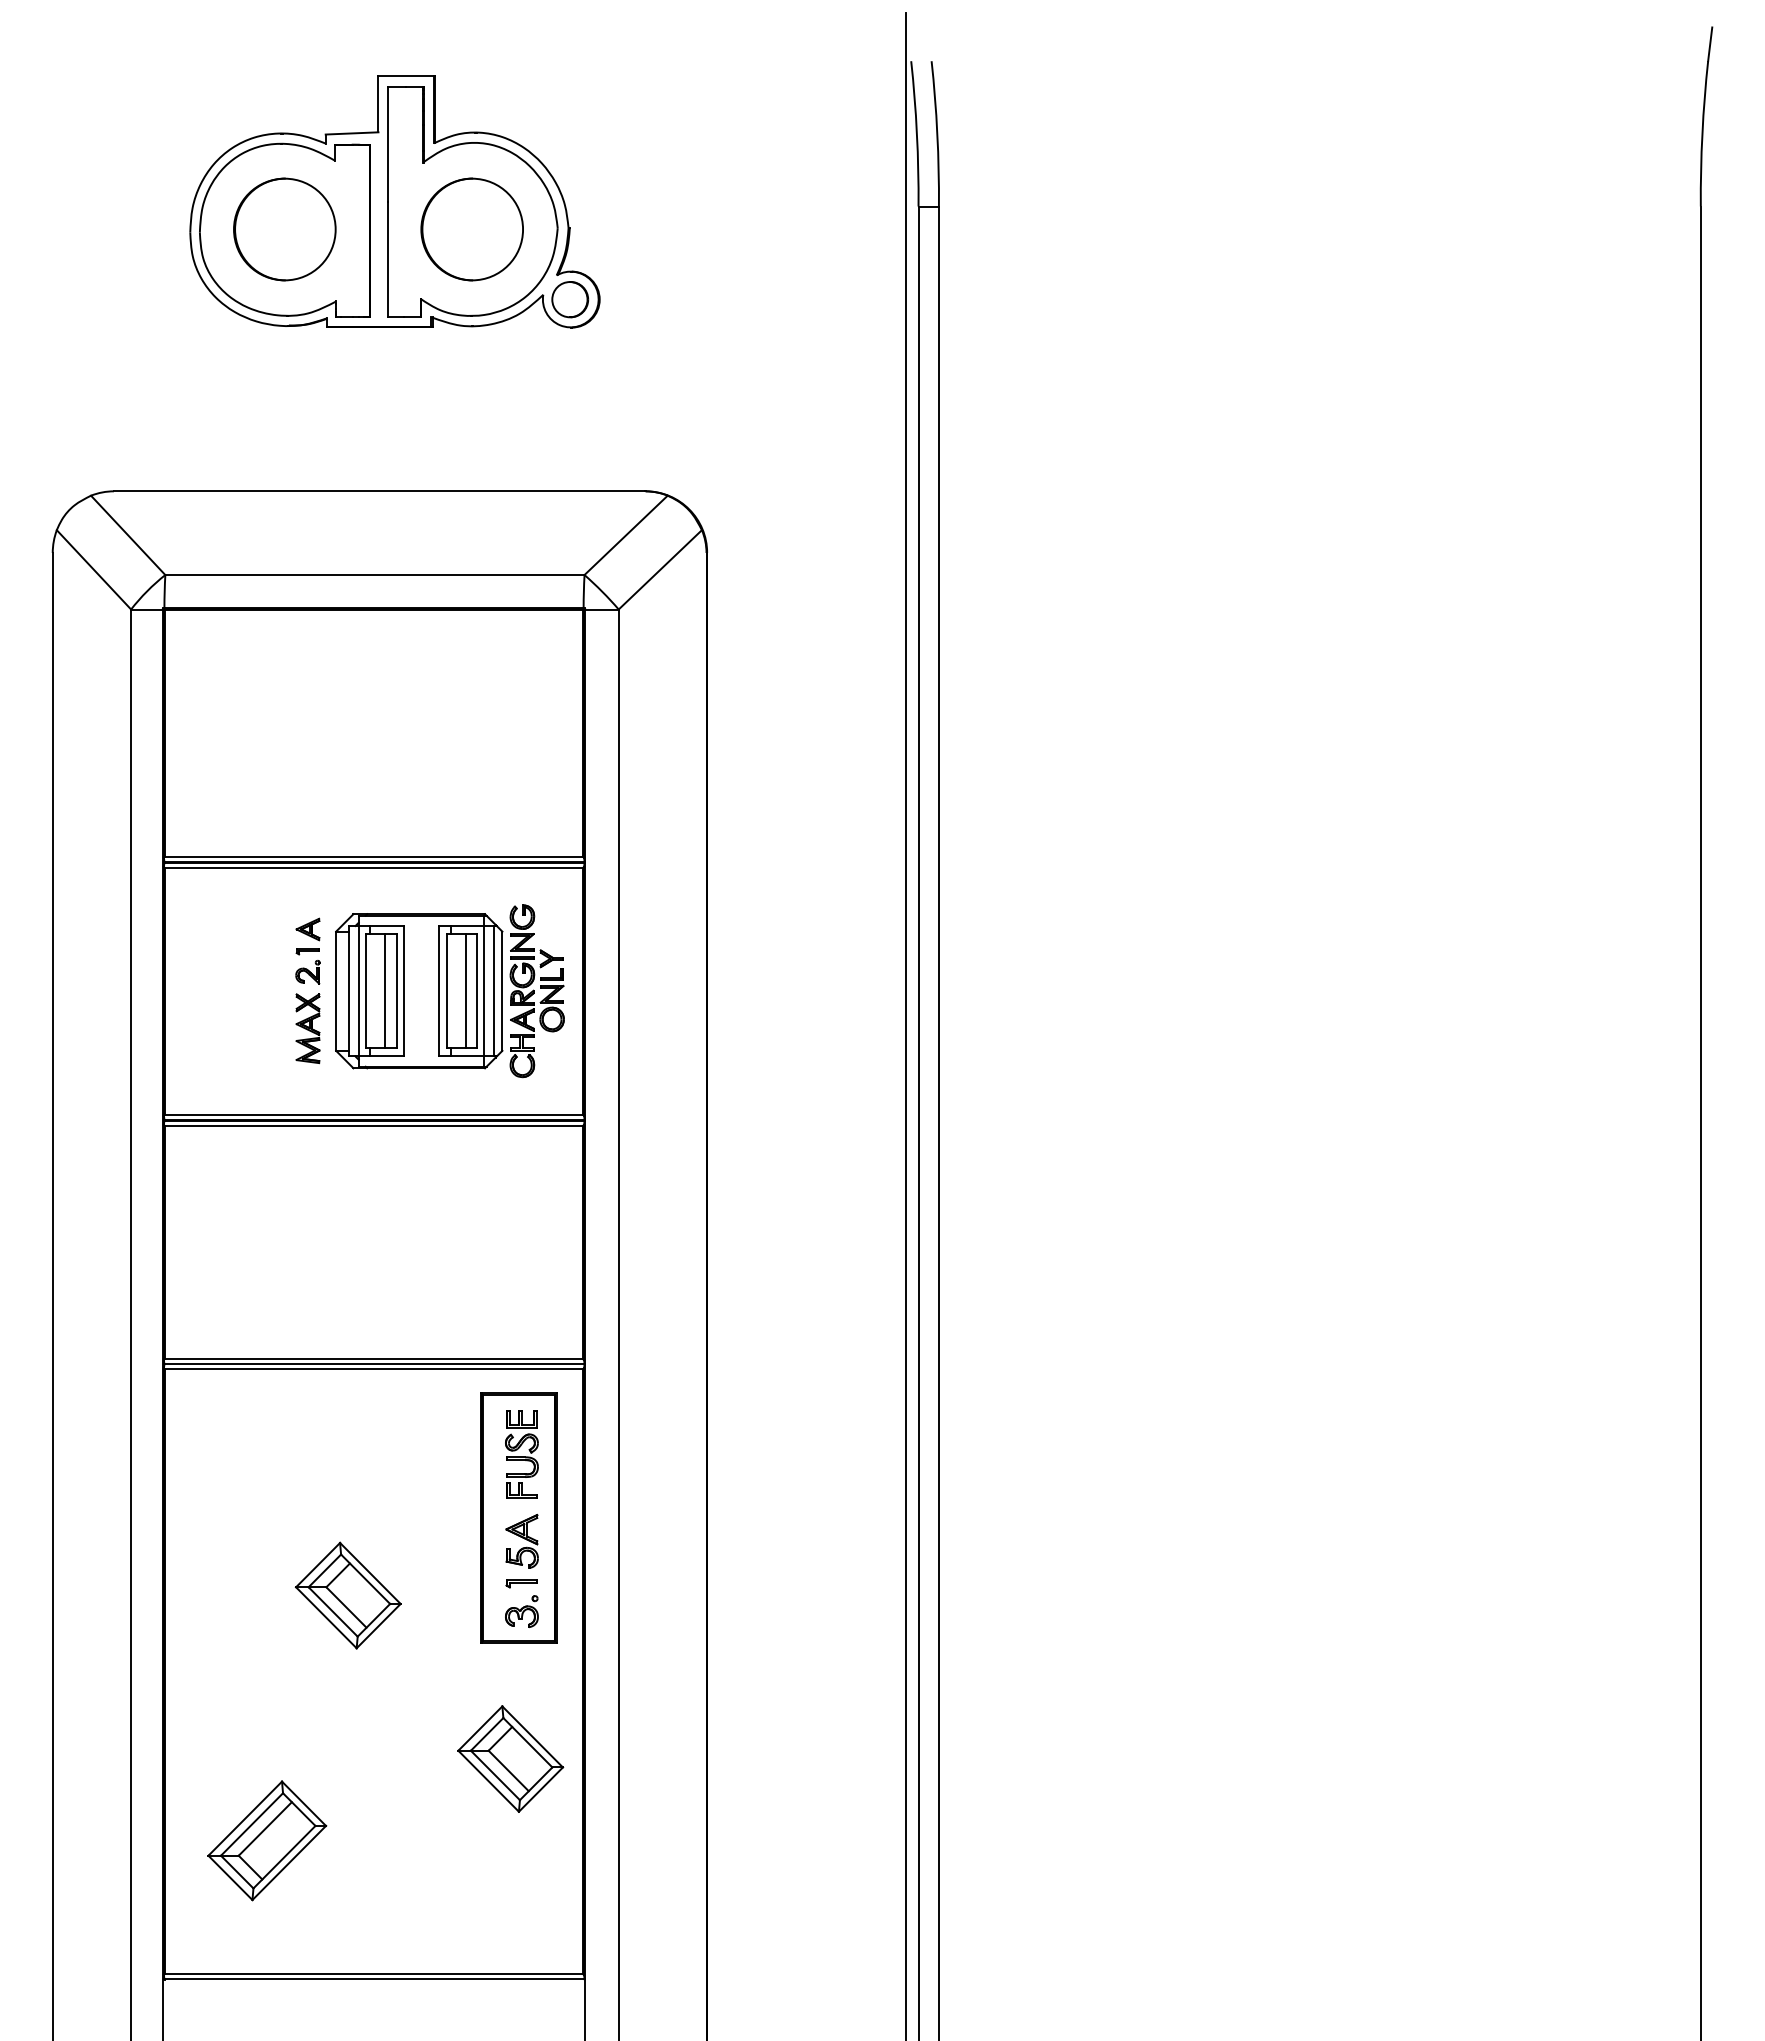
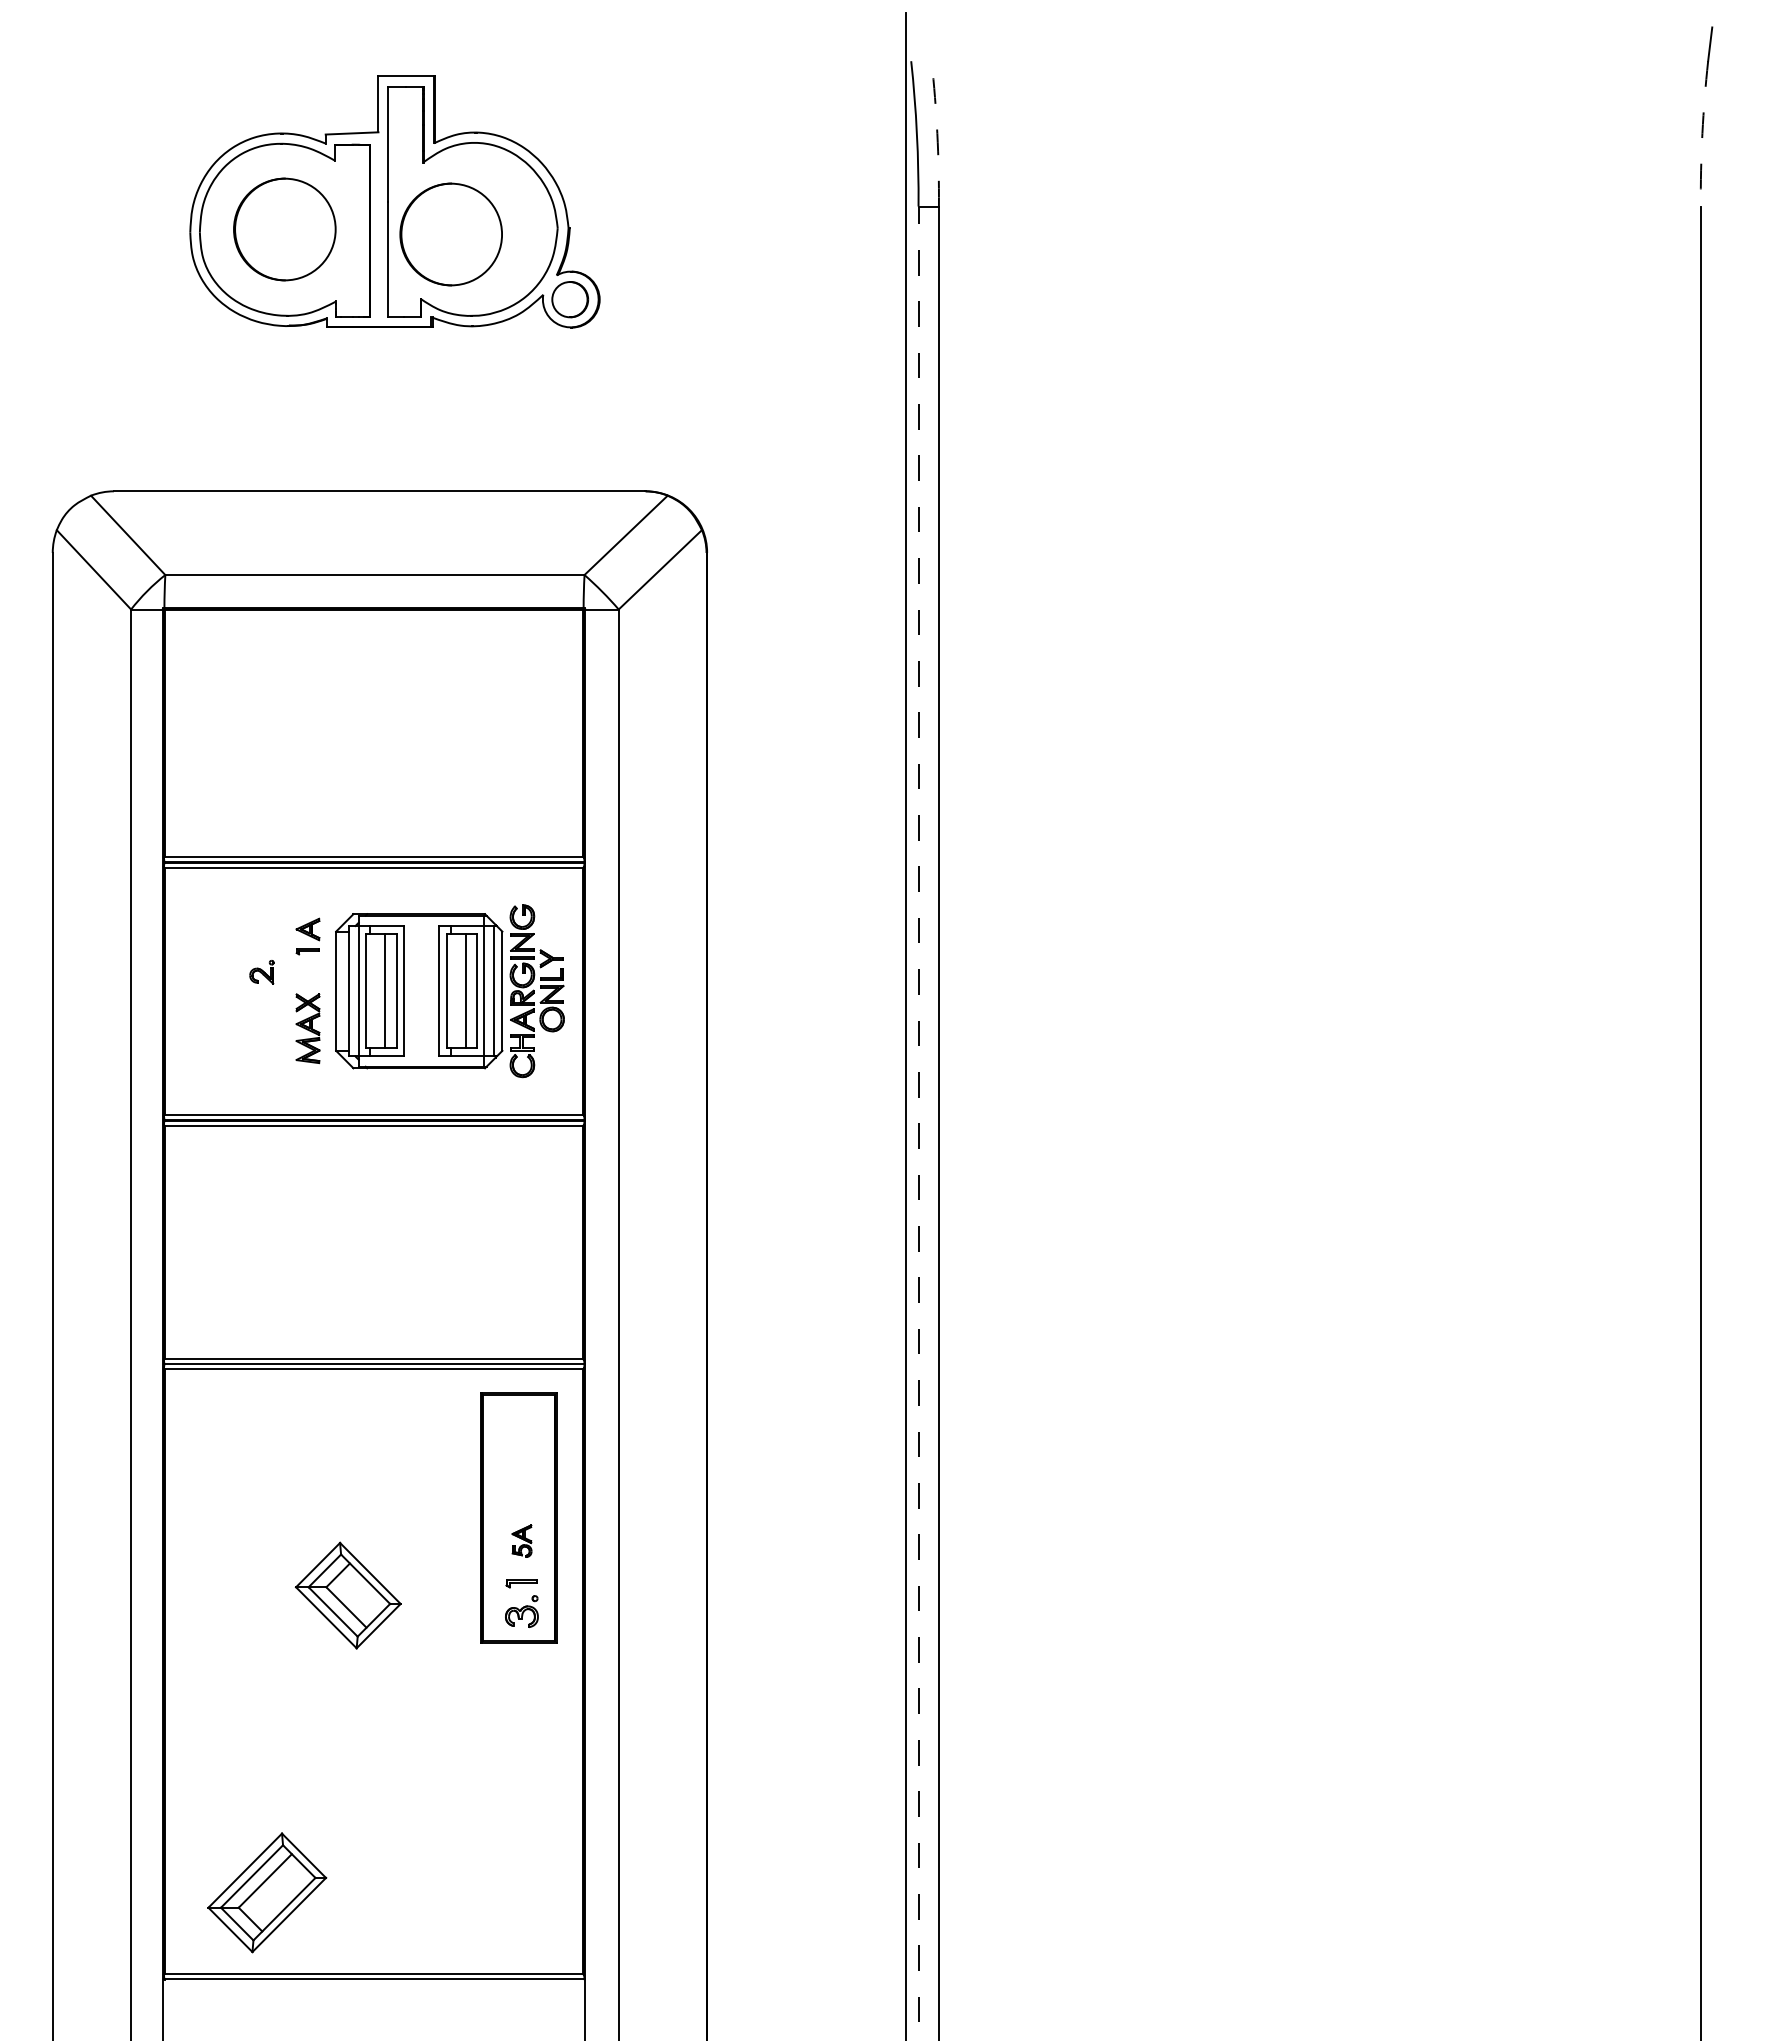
arc at (937, 133): solid -> dashed
arc at (1702, 133): solid -> dashed
part at (471, 229) position: (471, 229) -> (450, 234)
part at (307, 972) position: (307, 972) -> (261, 972)
line at (918, 1123): solid -> dashed
part at (521, 1454): present -> none
part at (521, 1540) size: 34x56 px -> 22x34 px
part at (510, 1758): present -> none
part at (267, 1840) position: (267, 1840) -> (267, 1892)
